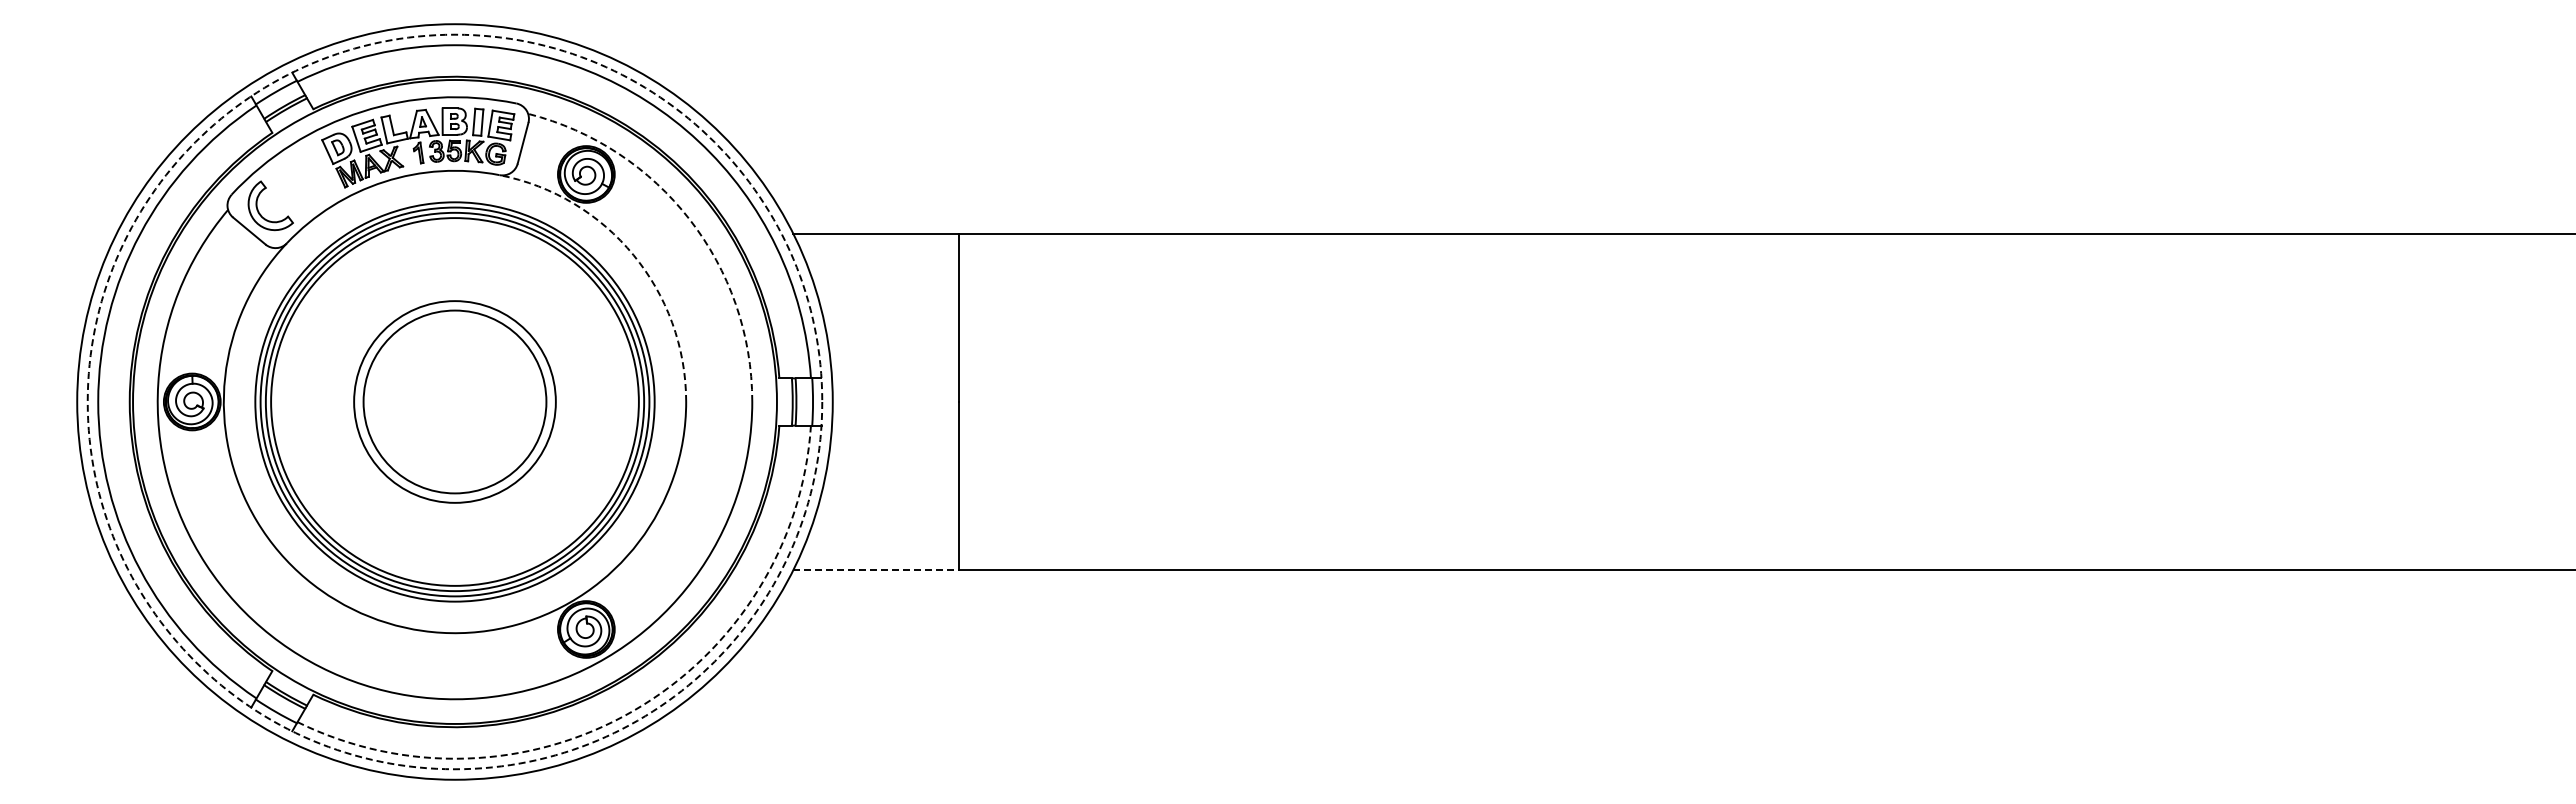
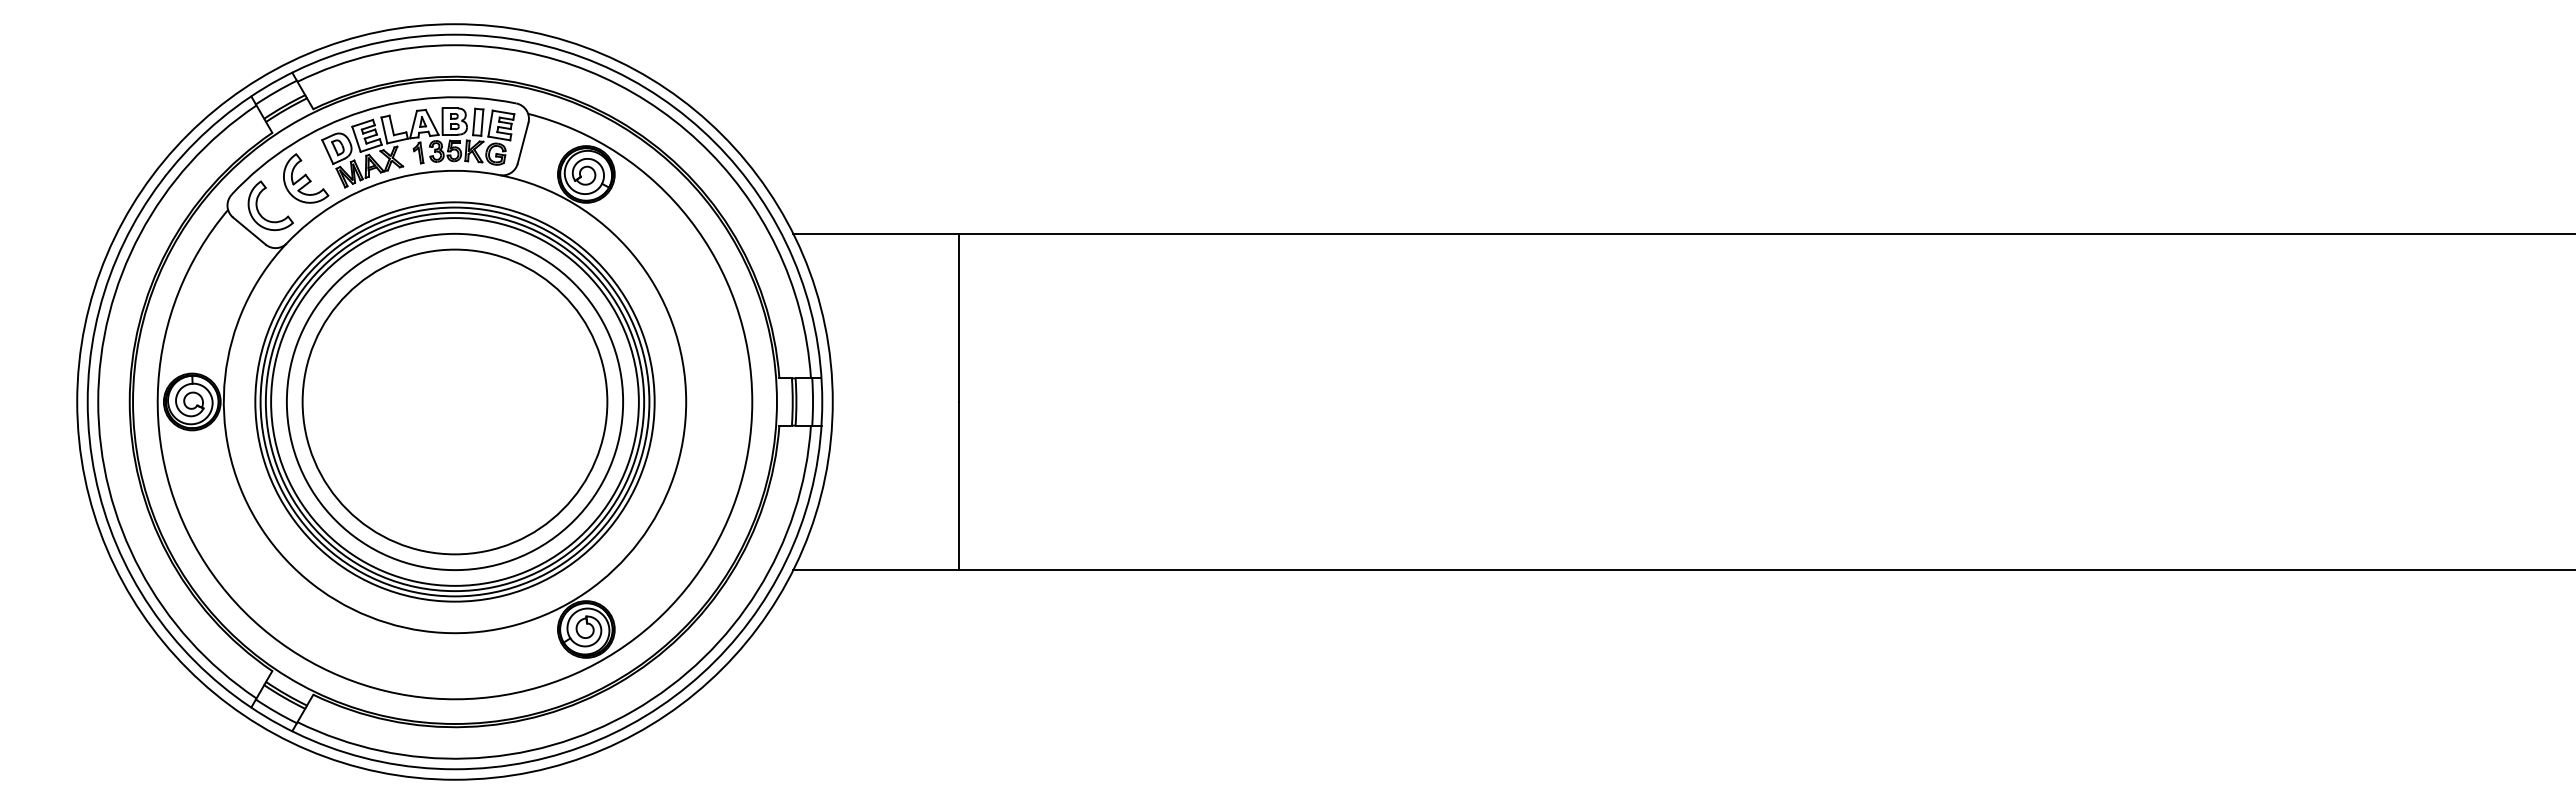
part at (306, 178): none -> present
arc at (689, 219): dashed -> solid
arc at (633, 255): dashed -> solid
circle at (454, 401) diameter: 183 px -> 305 px
circle at (454, 401) diameter: 202 px -> 336 px
circle at (454, 401): dashed -> solid
line at (876, 570): dashed -> solid
arc at (633, 710): dashed -> solid
